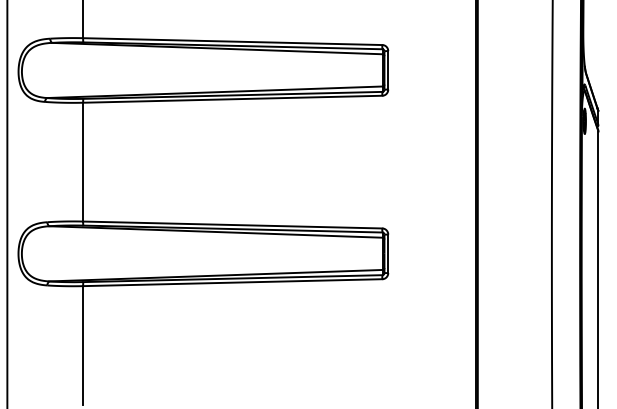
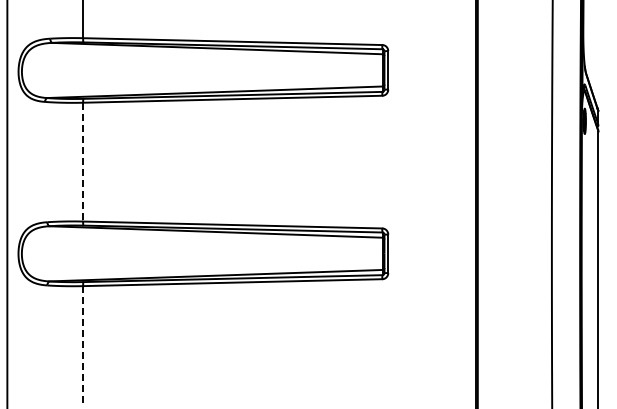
line at (83, 162): solid -> dashed
line at (83, 346): solid -> dashed
